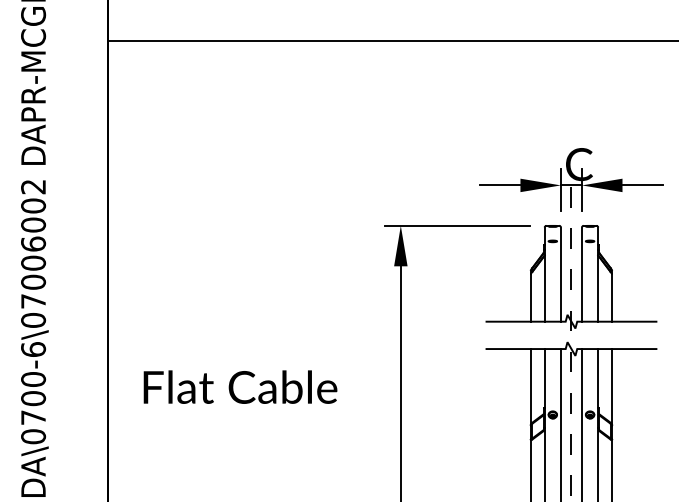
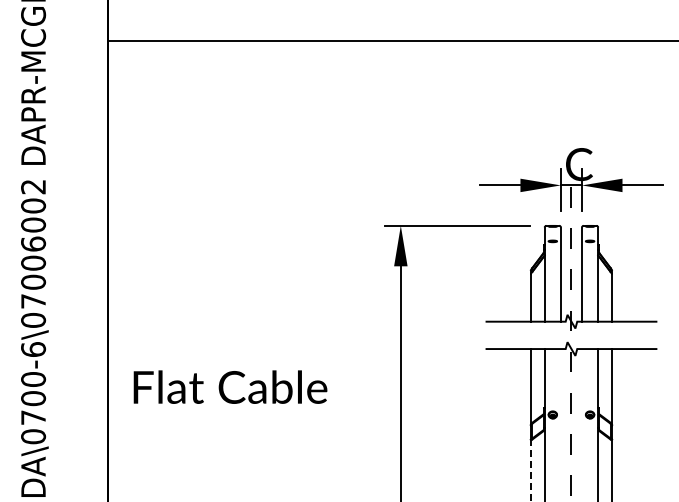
text at (240, 386) position: (240, 386) -> (230, 386)
line at (560, 423): present -> none
line at (581, 423): present -> none
line at (530, 470): solid -> dashed
